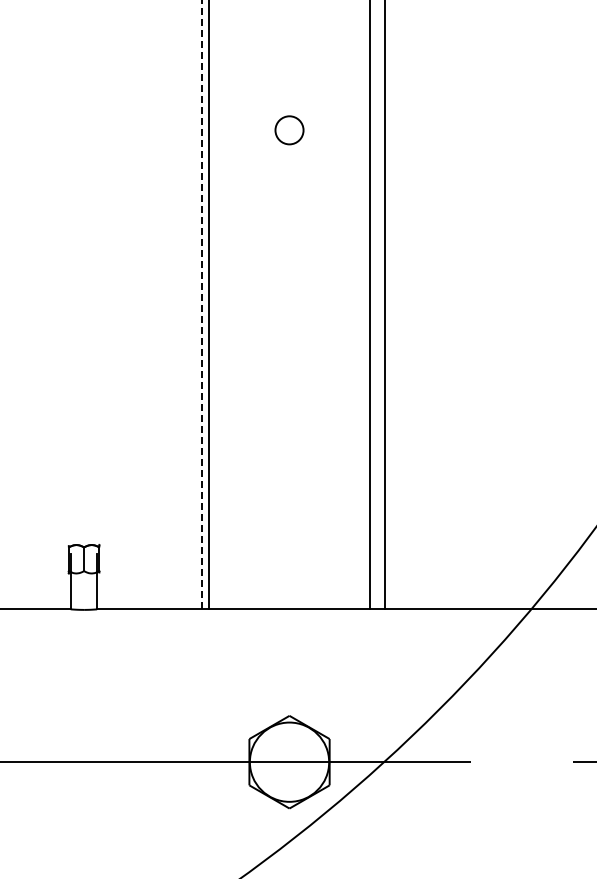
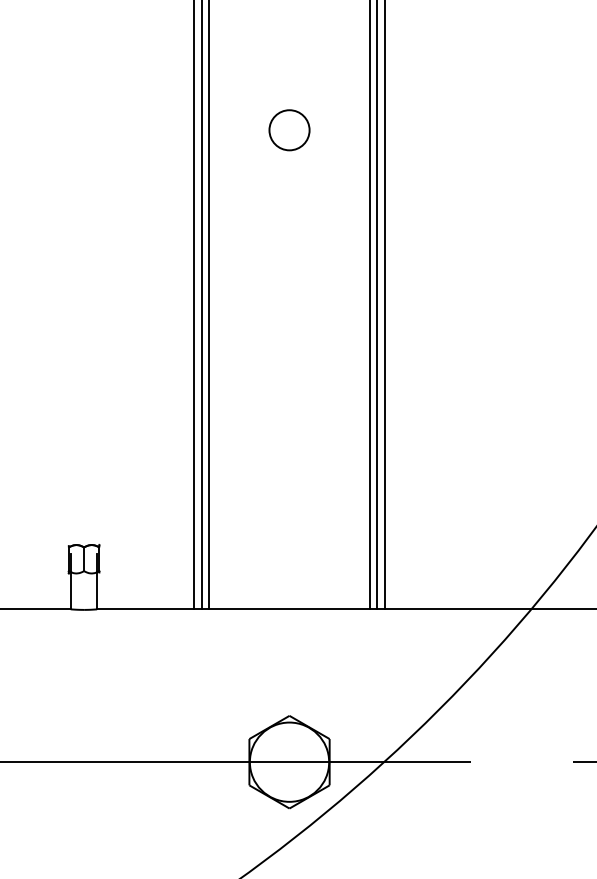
circle at (289, 130) size: 31x31 px -> 43x43 px
line at (201, 304): dashed -> solid
line at (193, 305): none -> present
line at (377, 305): none -> present
